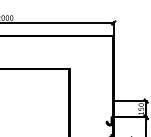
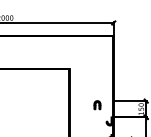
part at (97, 105): none -> present
